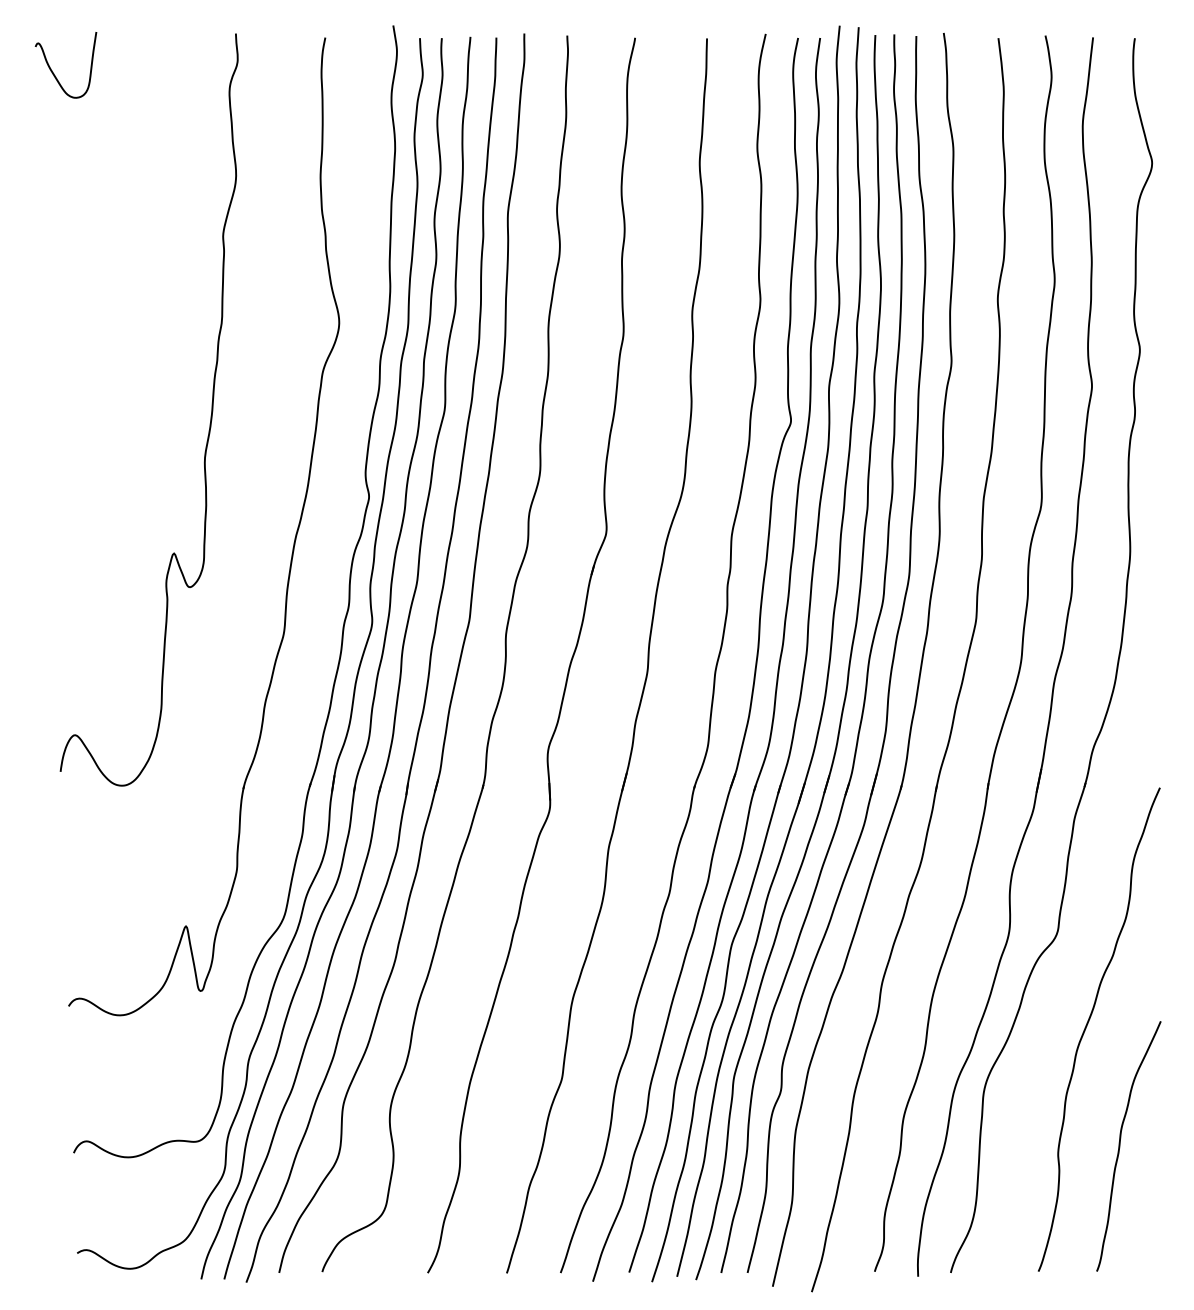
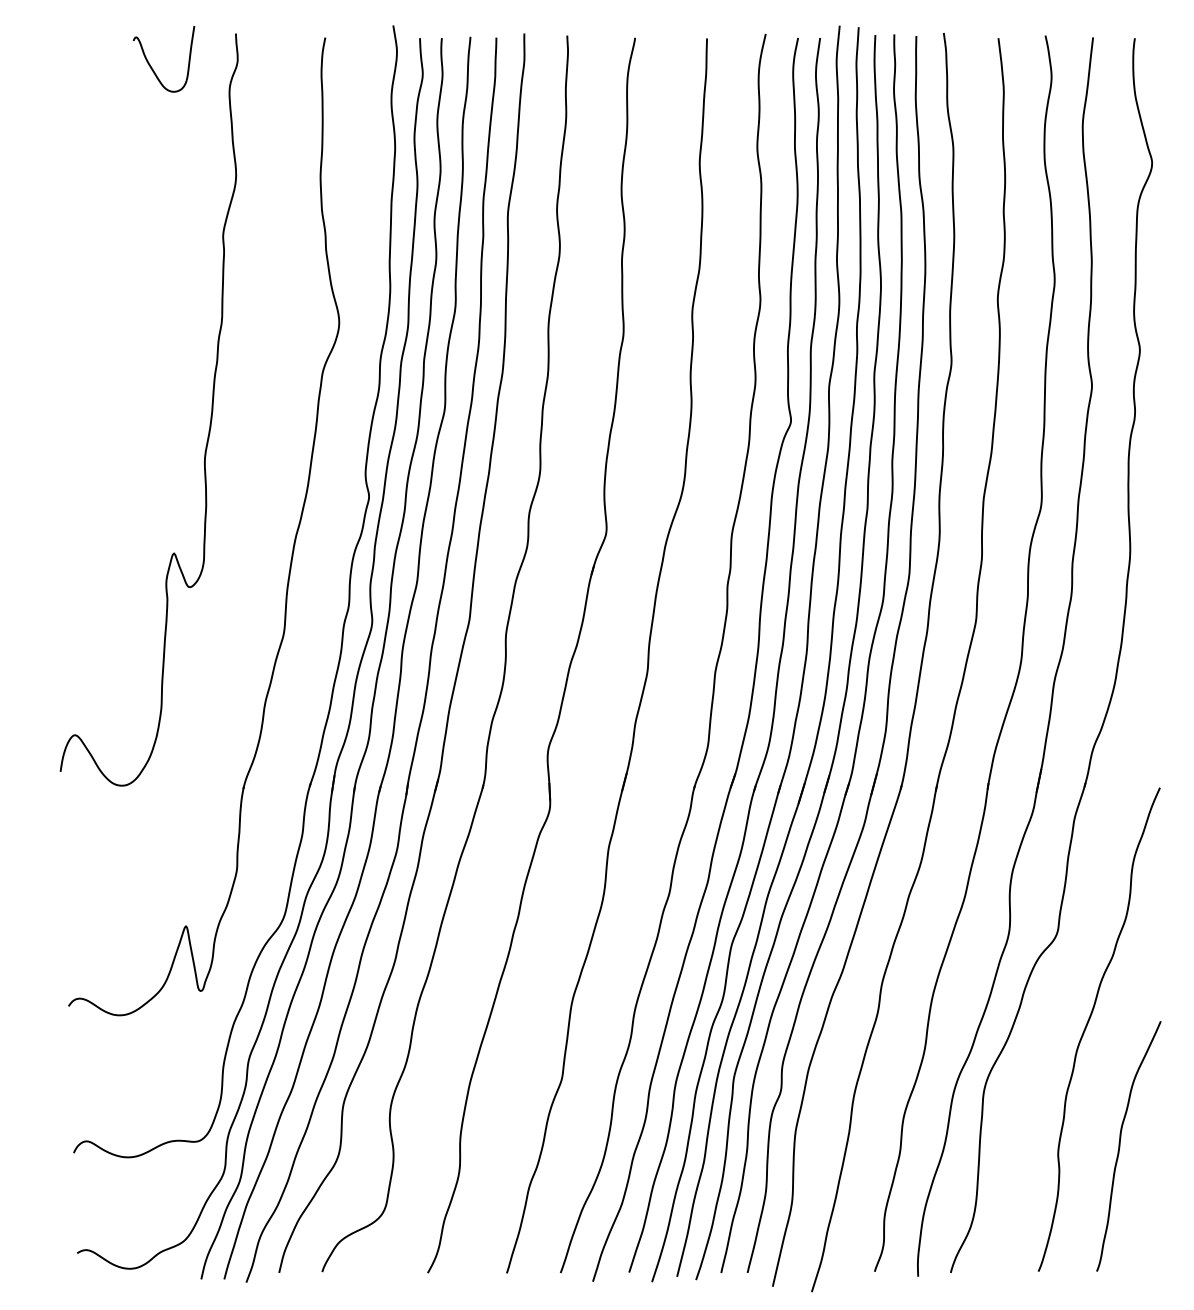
curve at (54, 73) position: (54, 73) -> (152, 67)
